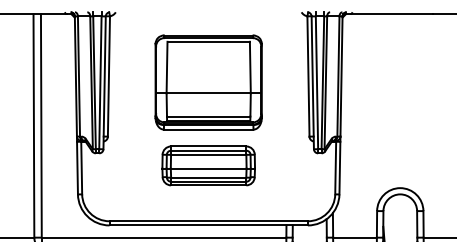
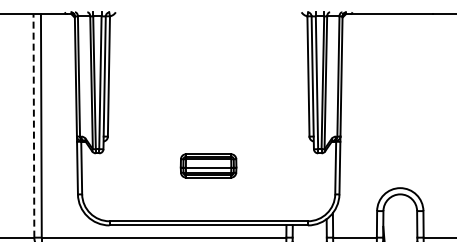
part at (208, 82): present -> none
line at (33, 126): solid -> dashed
part at (208, 165) size: 95x42 px -> 59x26 px
